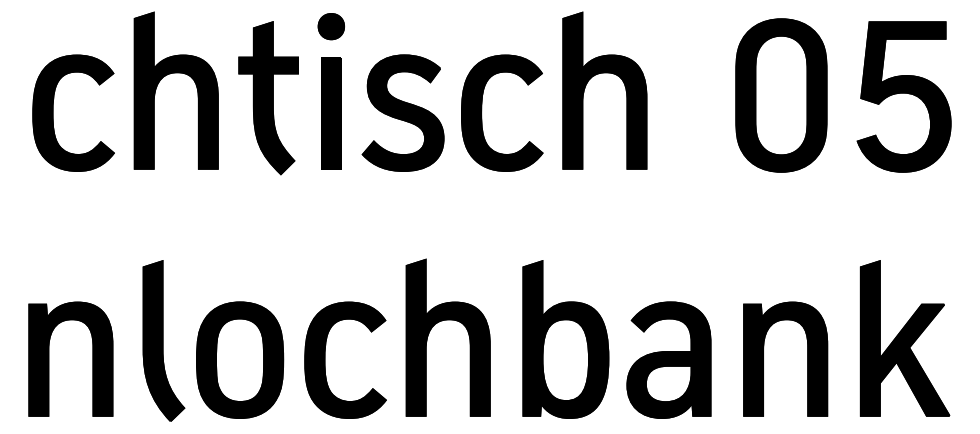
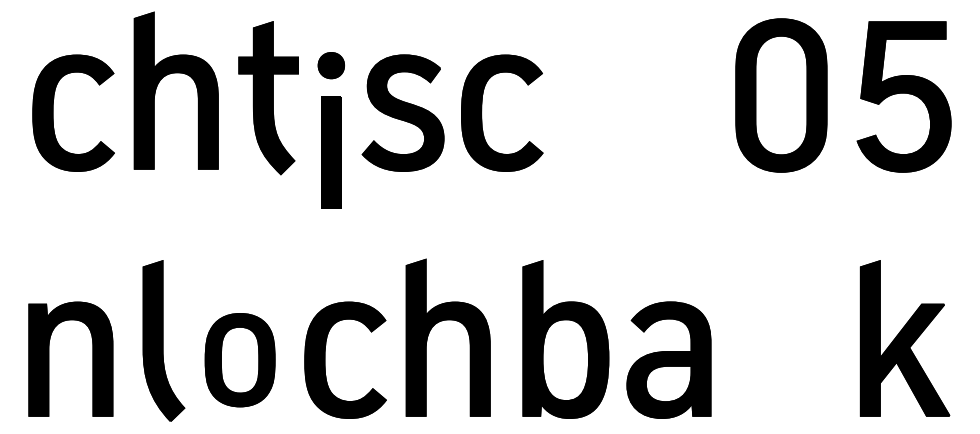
part at (604, 73): present -> none
part at (330, 91) position: (330, 91) -> (330, 130)
part at (763, 358): present -> none
part at (240, 359) size: 89x118 px -> 72x95 px
